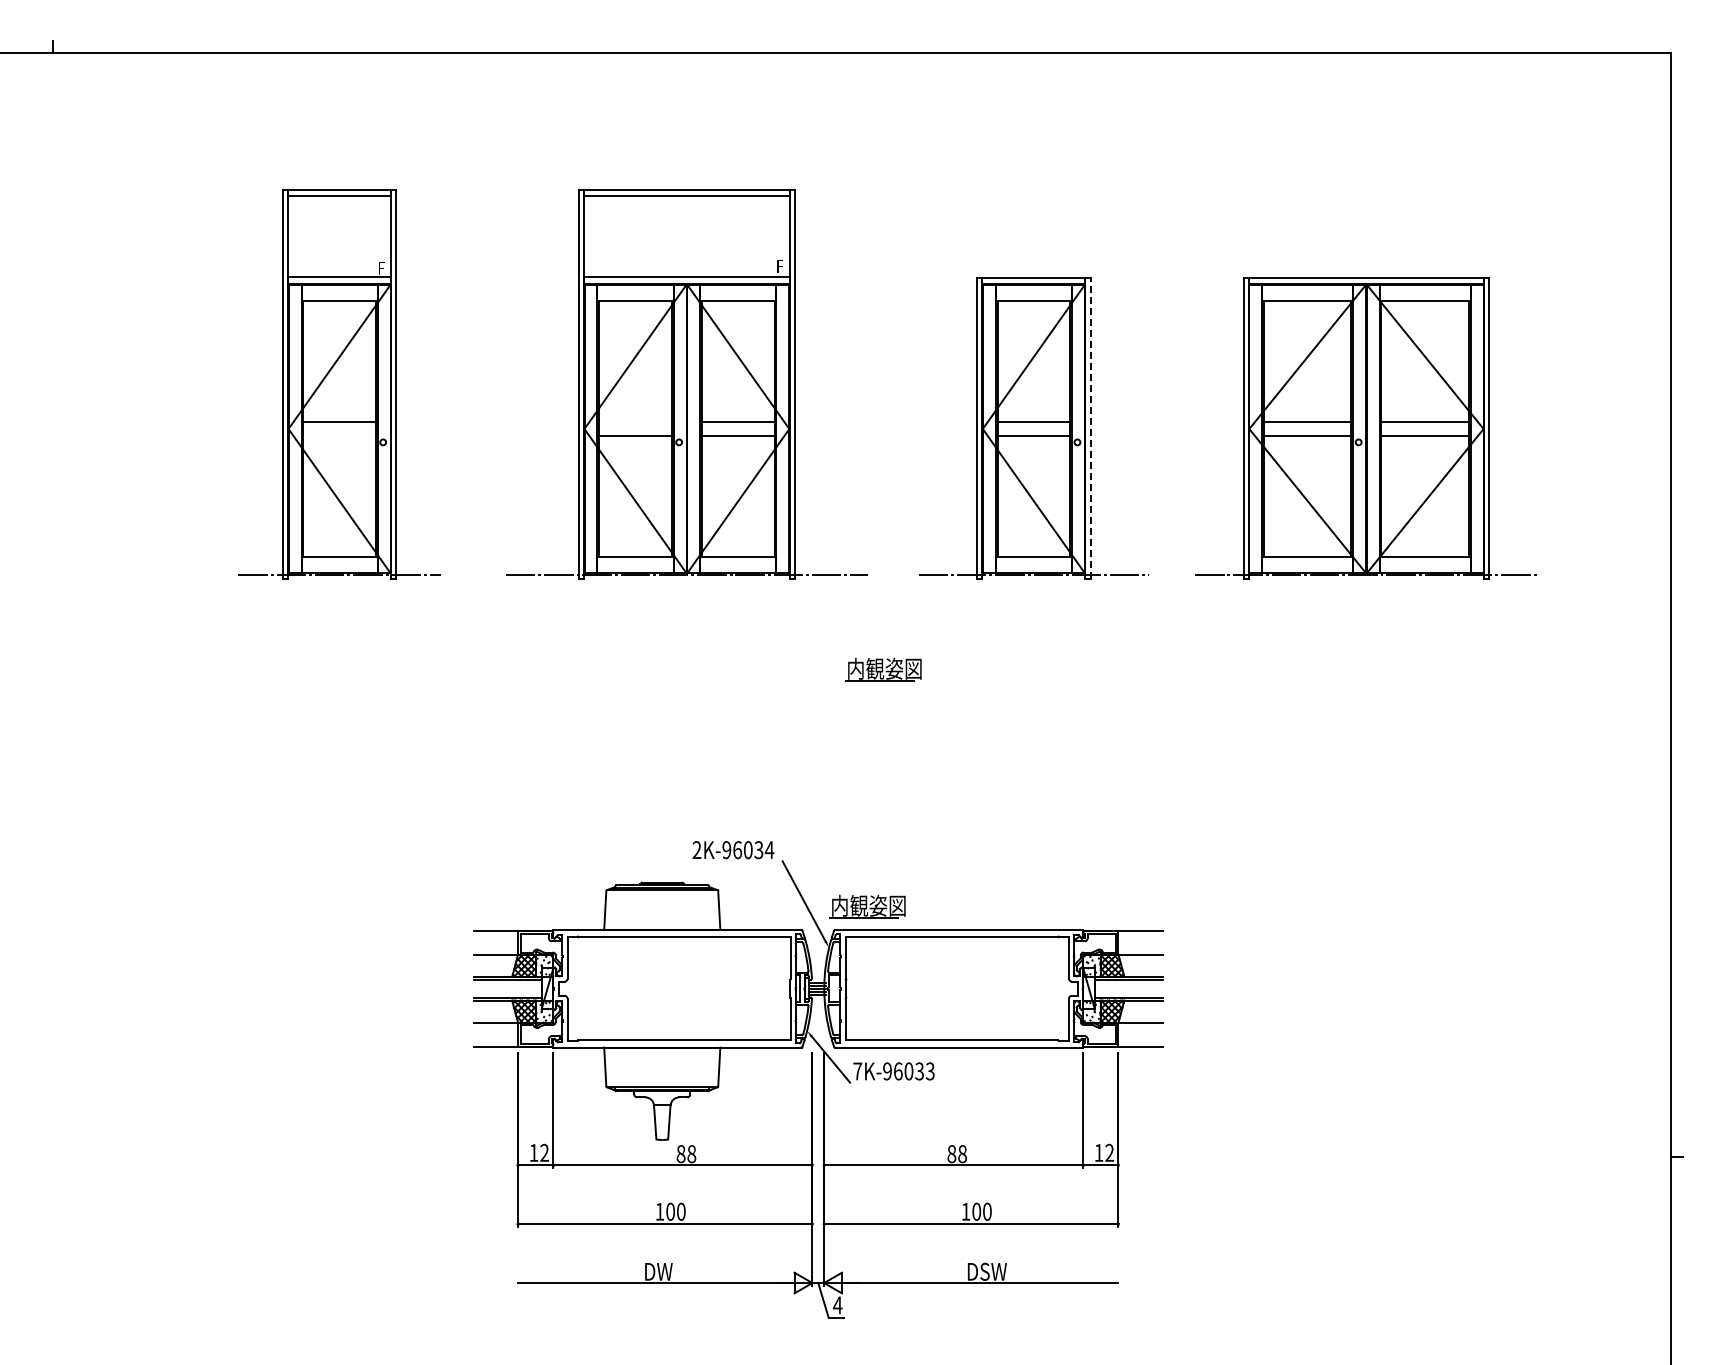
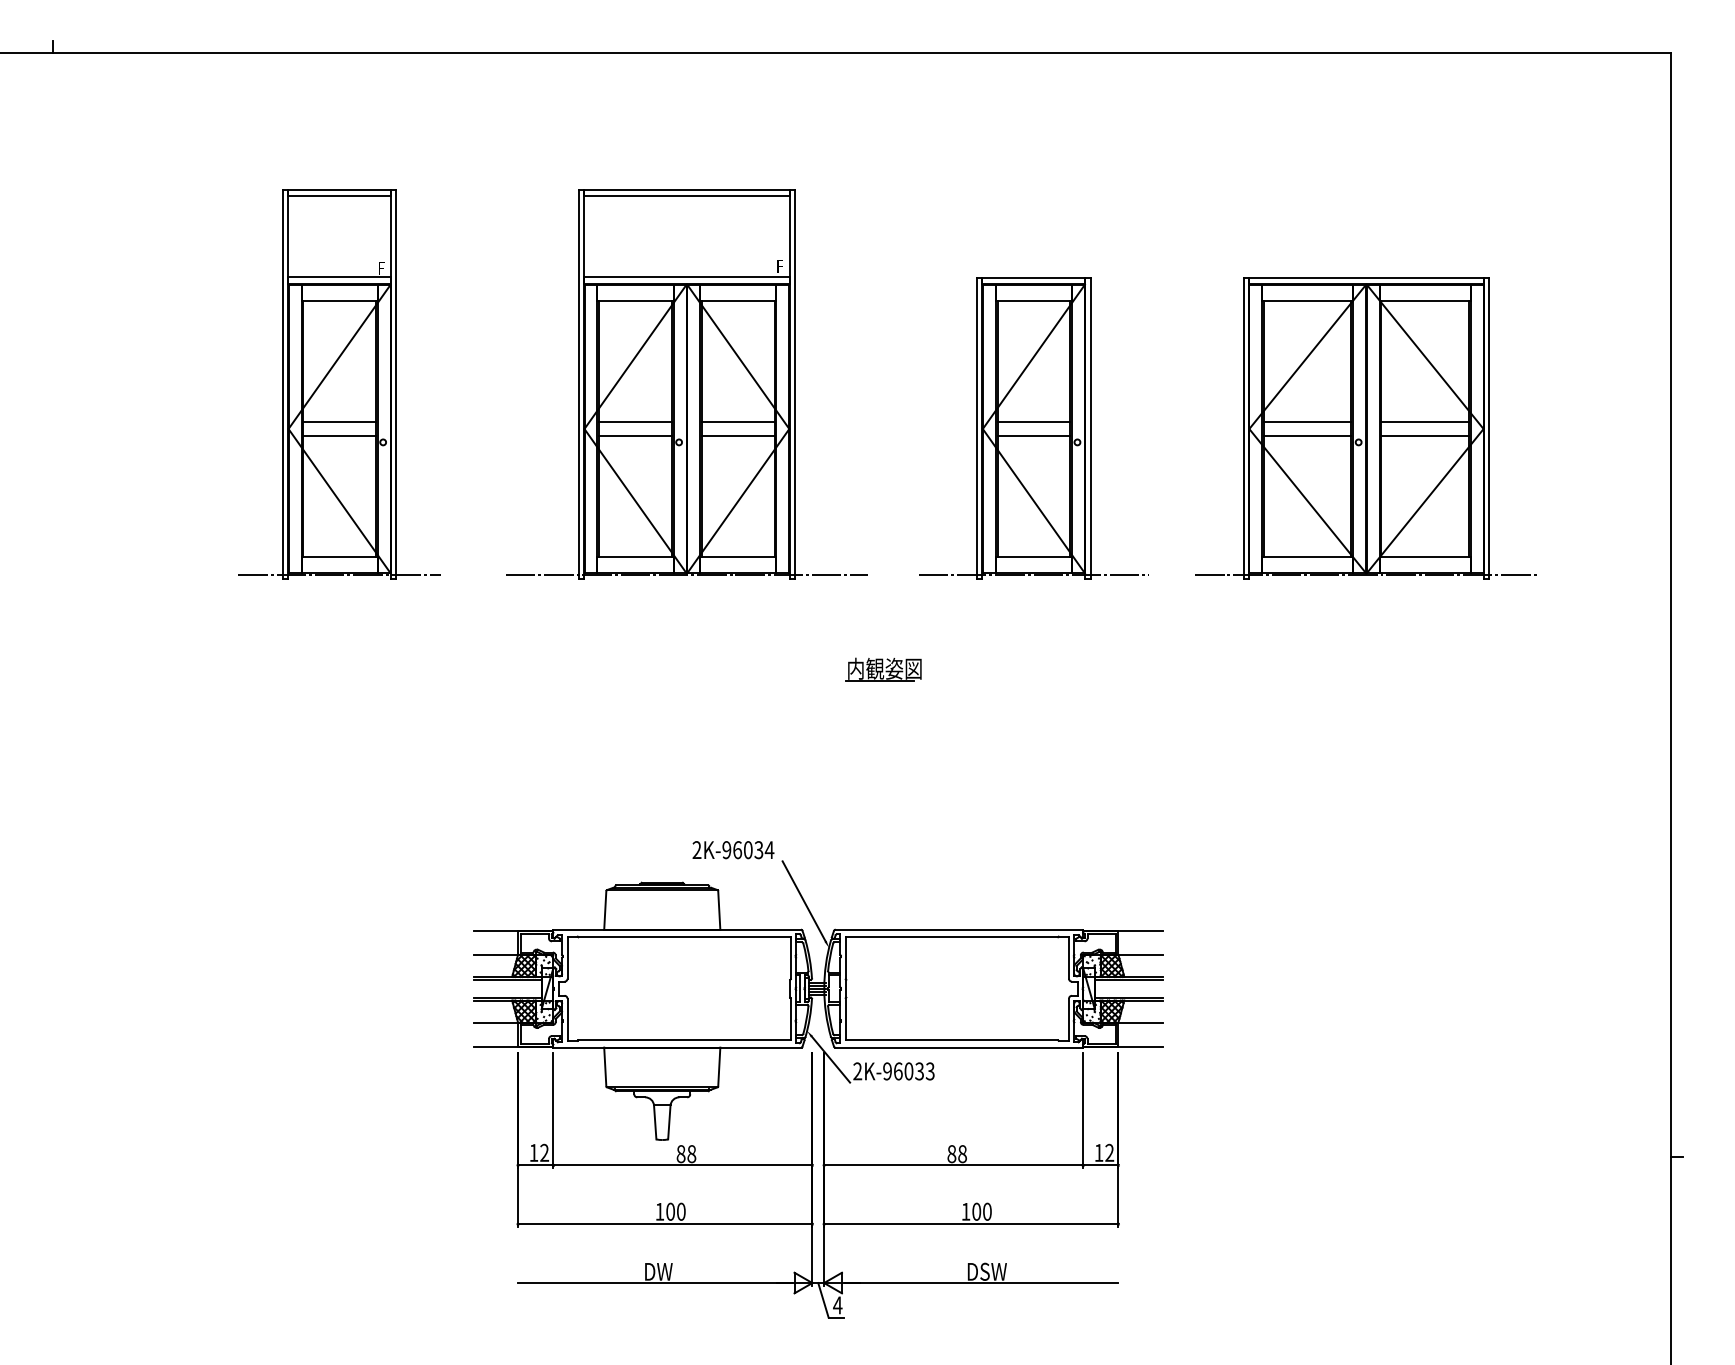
line at (635, 421): none -> present
line at (1090, 427): dashed -> solid
line at (339, 436): none -> present
part at (867, 906): present -> none
text at (857, 1071): 7K-96033 -> 2K-96033
